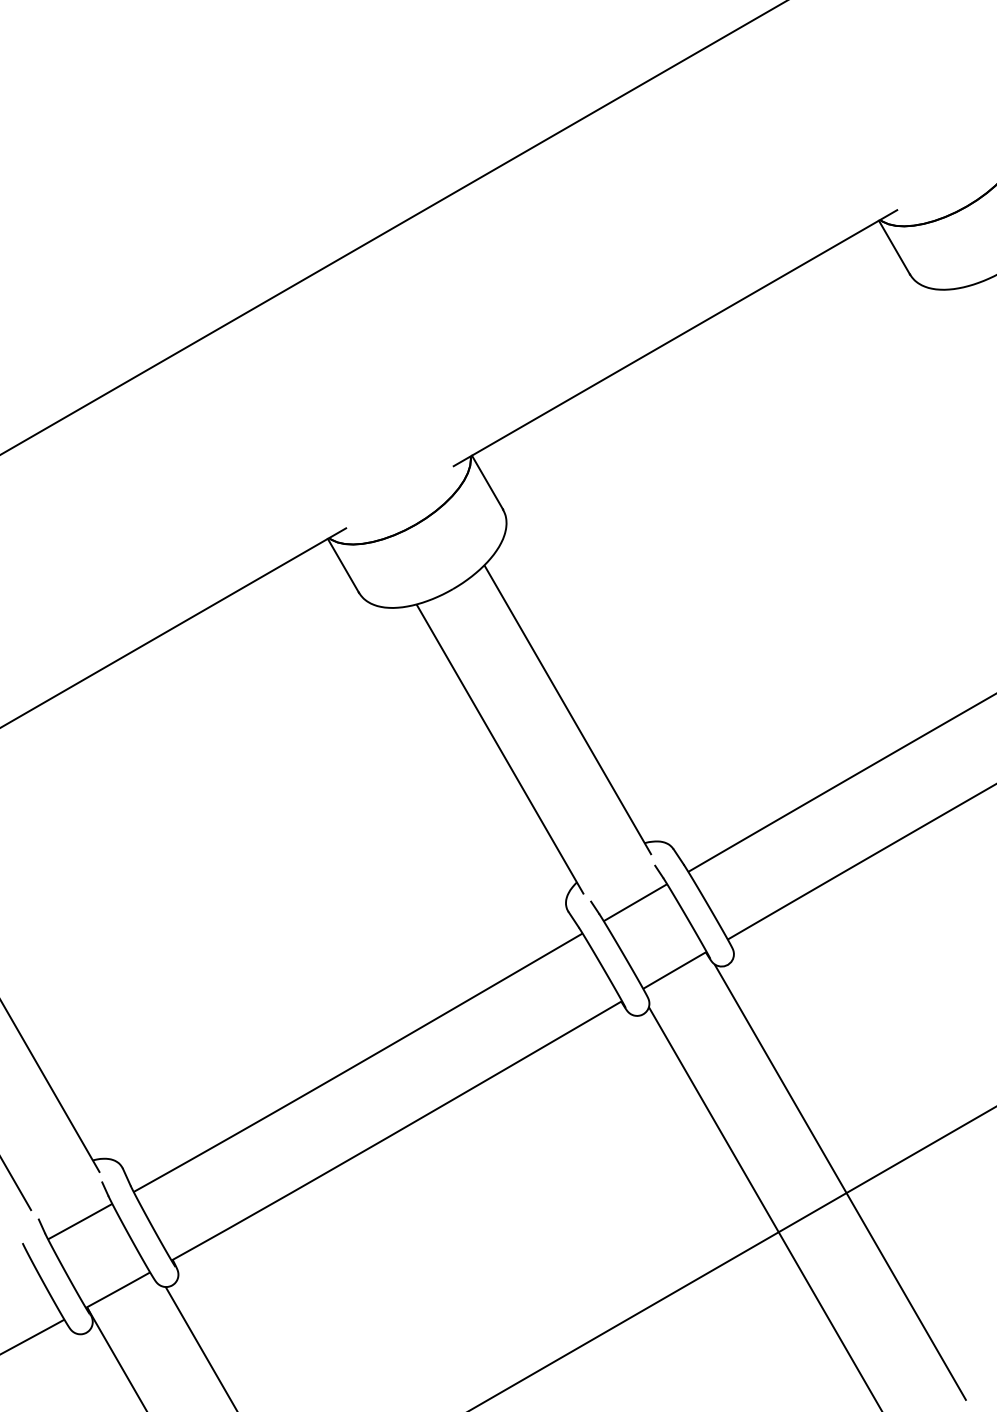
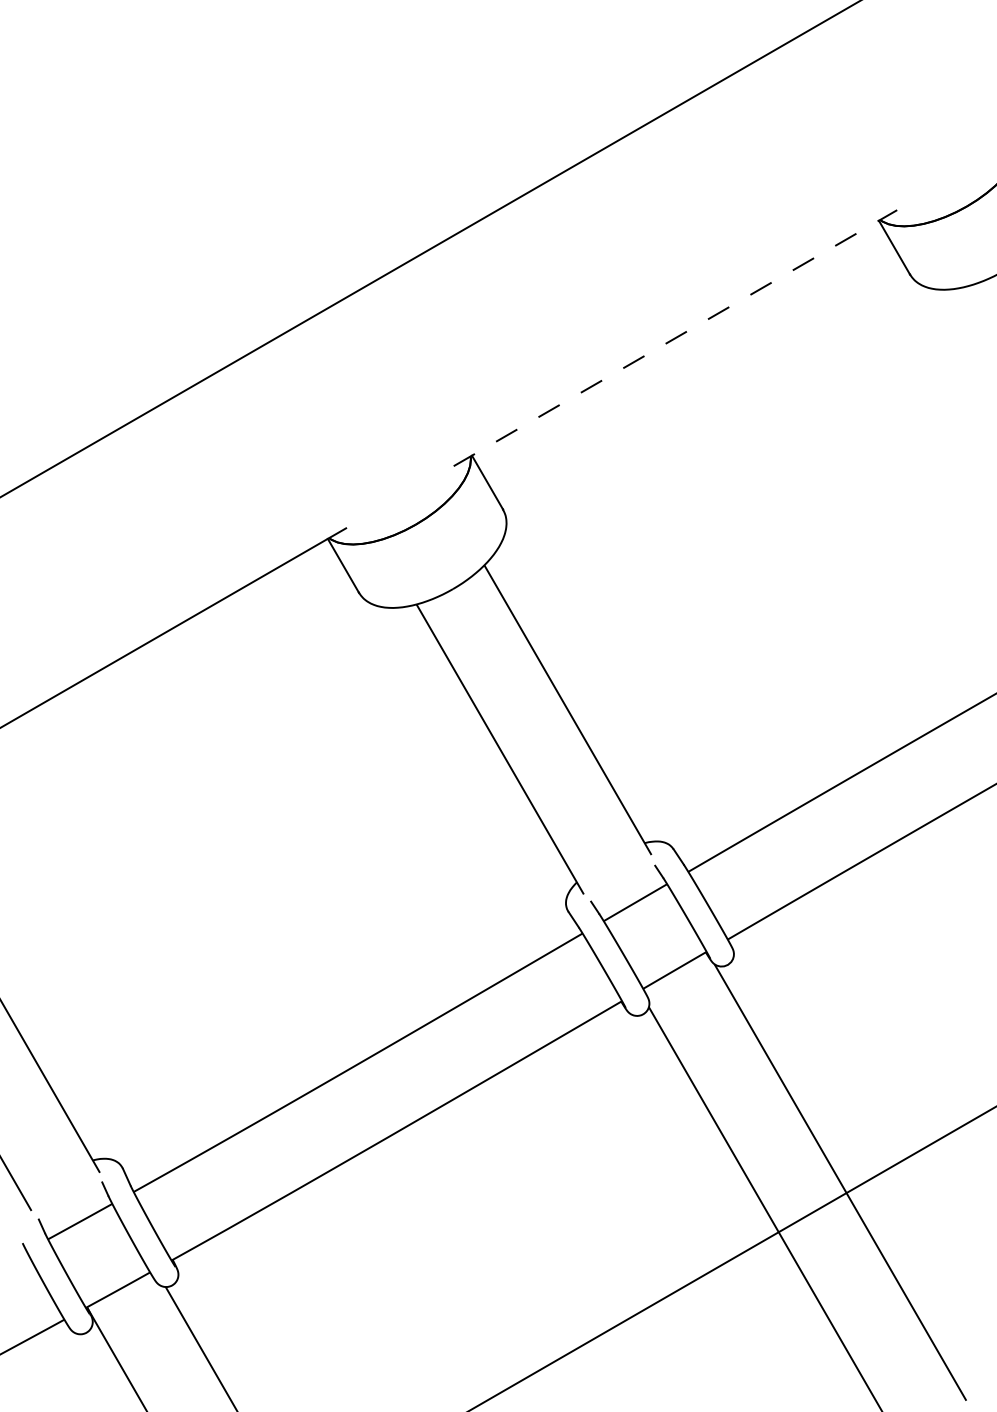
line at (393, 228) position: (393, 228) -> (429, 249)
line at (675, 337): solid -> dashed
